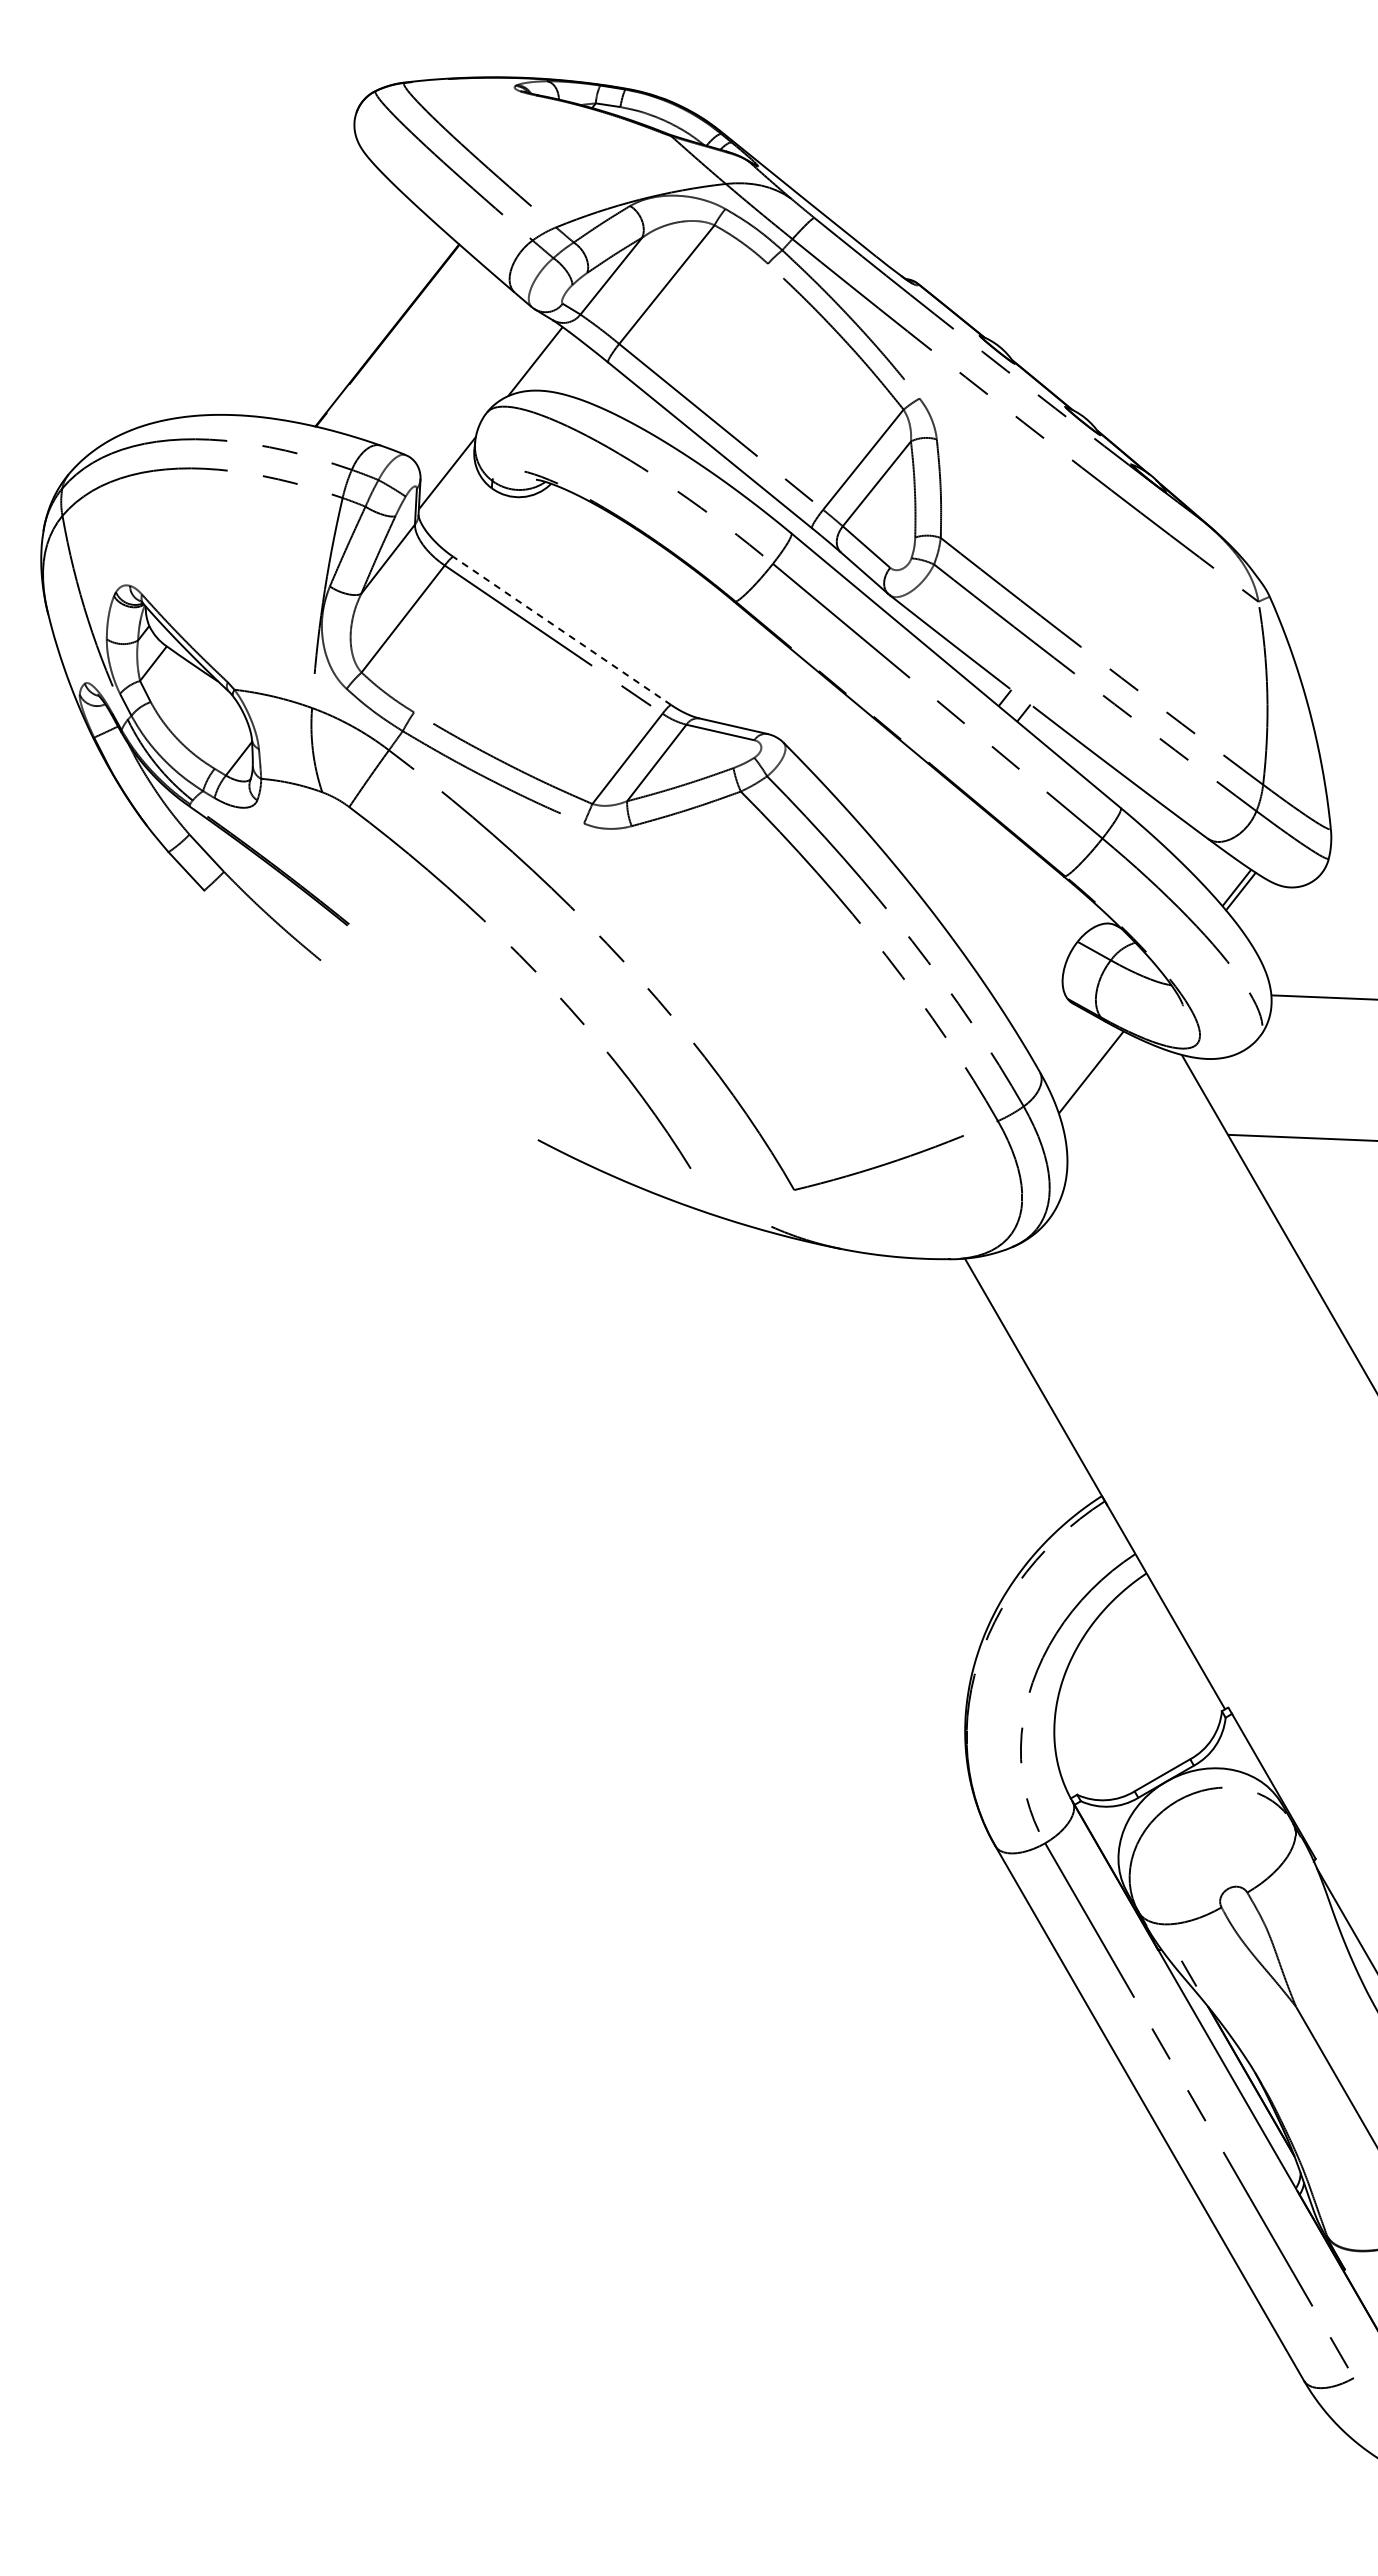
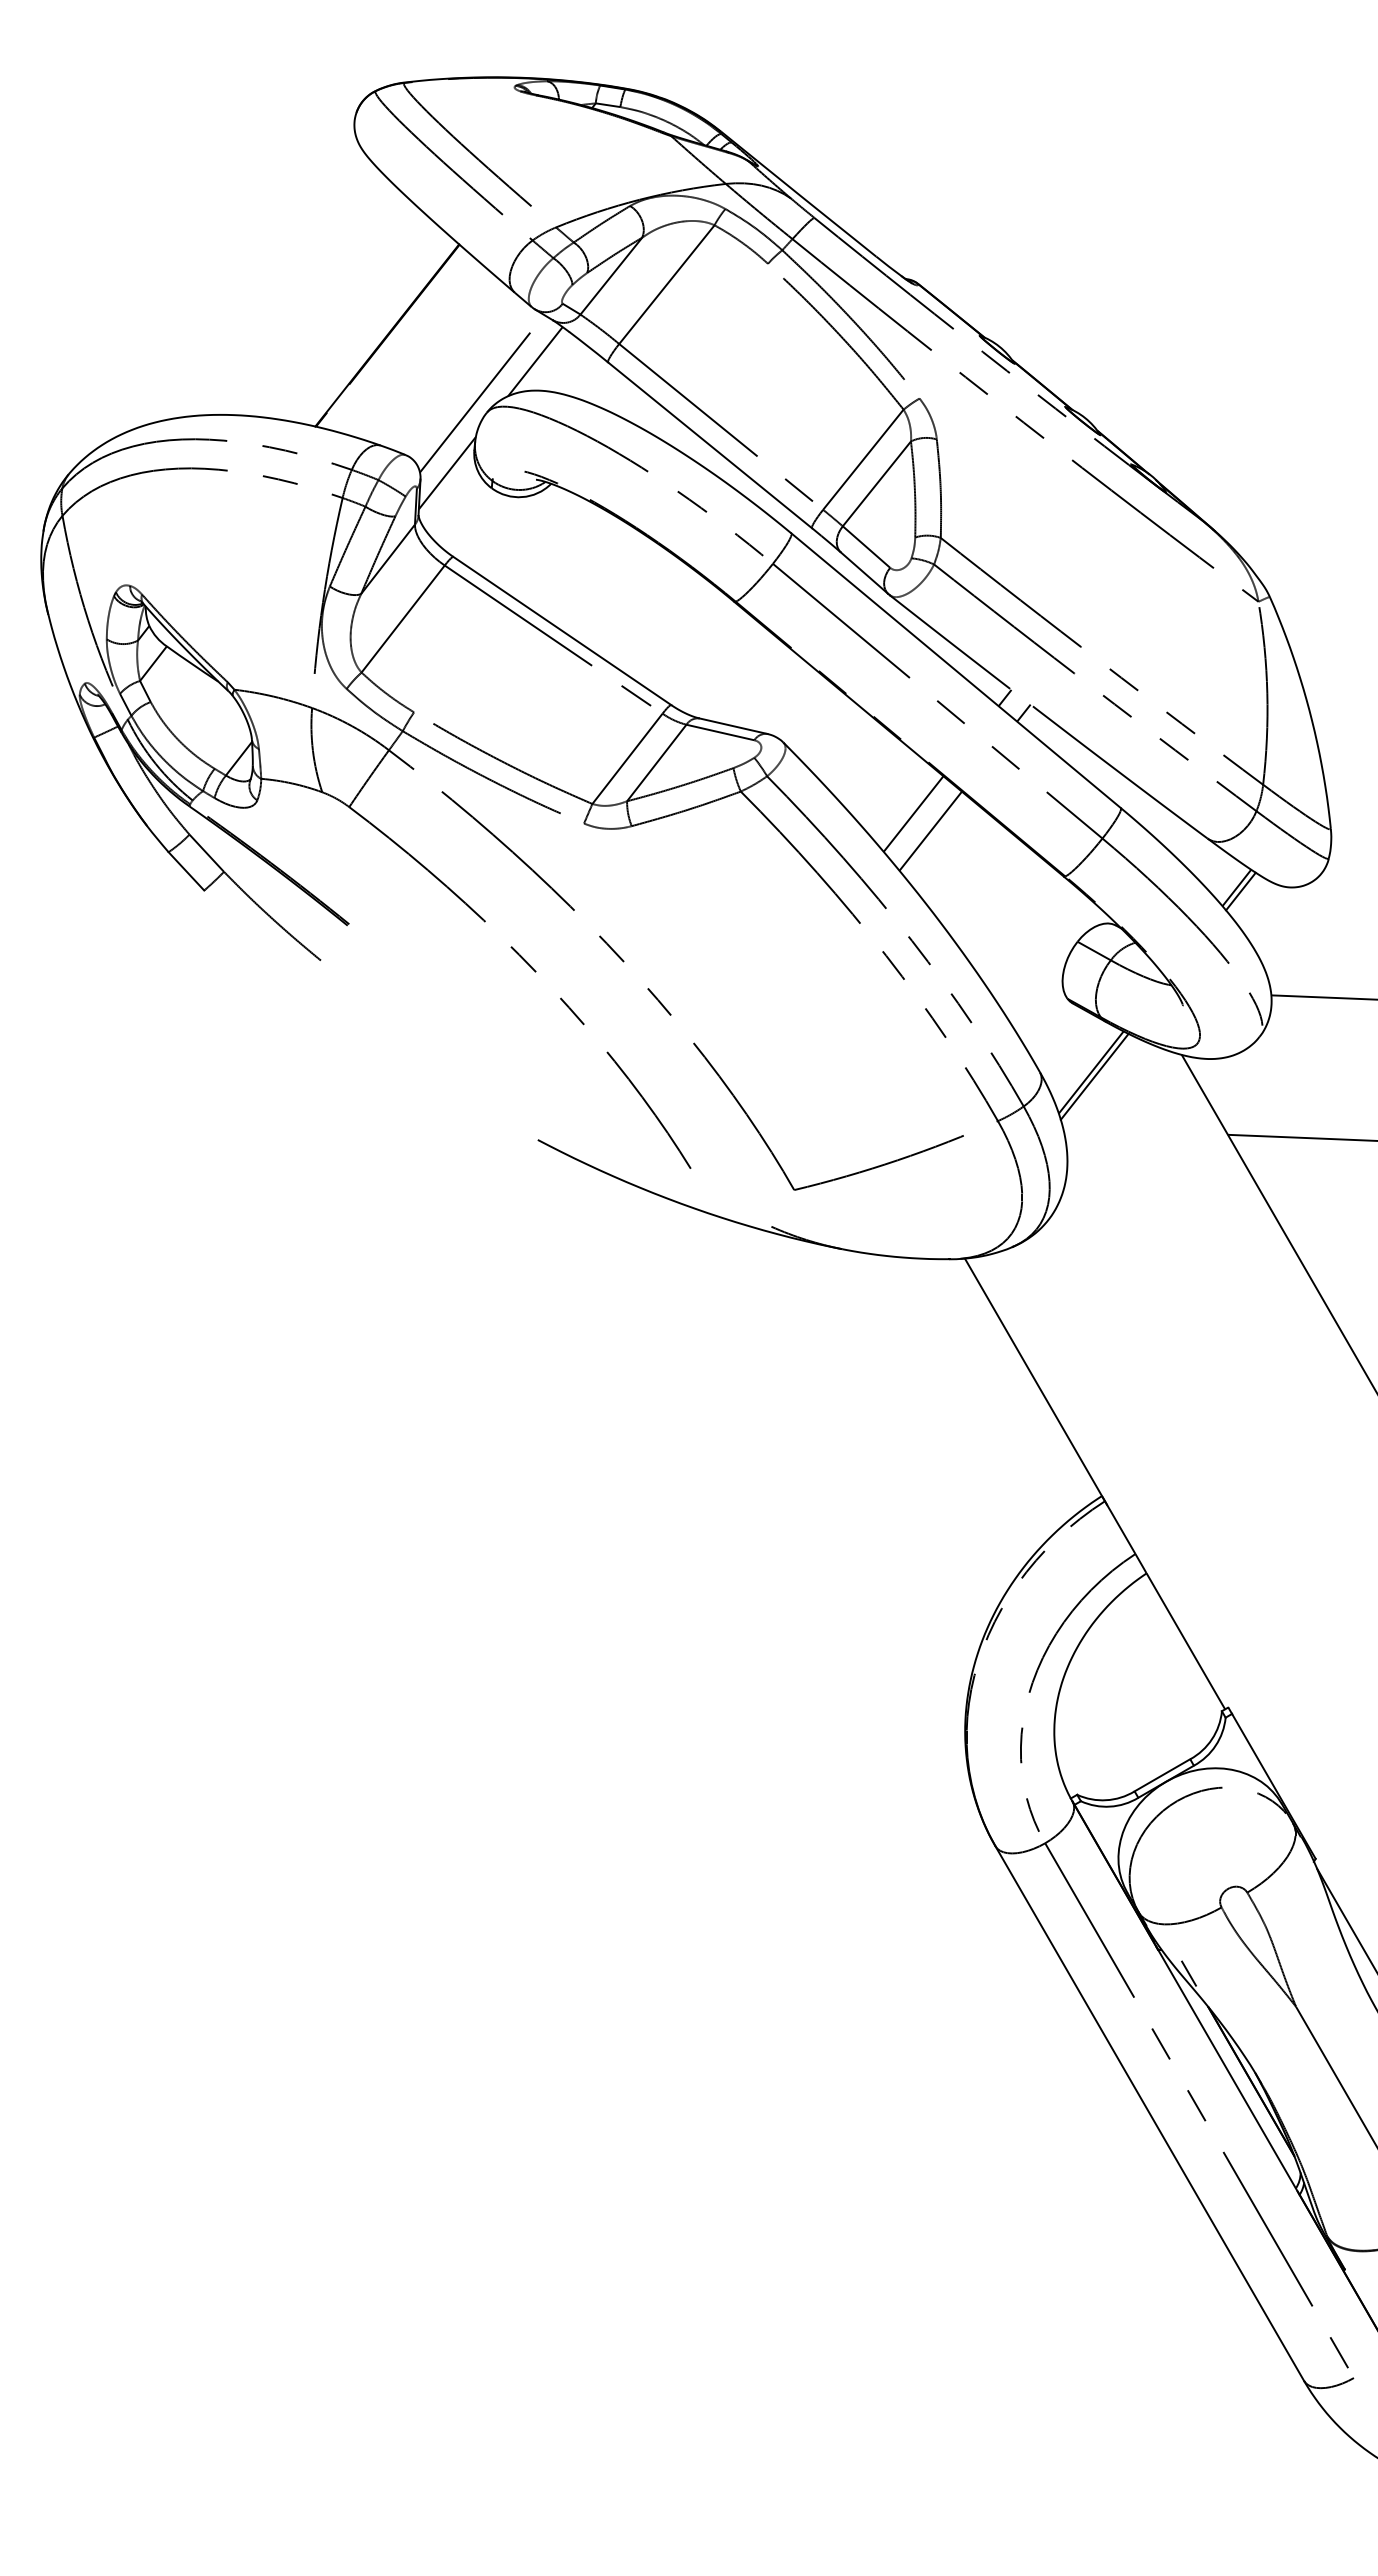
line at (481, 393): none -> present
line at (562, 631): dashed -> solid
line at (913, 813): none -> present
line at (930, 830): none -> present
line at (1094, 1076): none -> present
